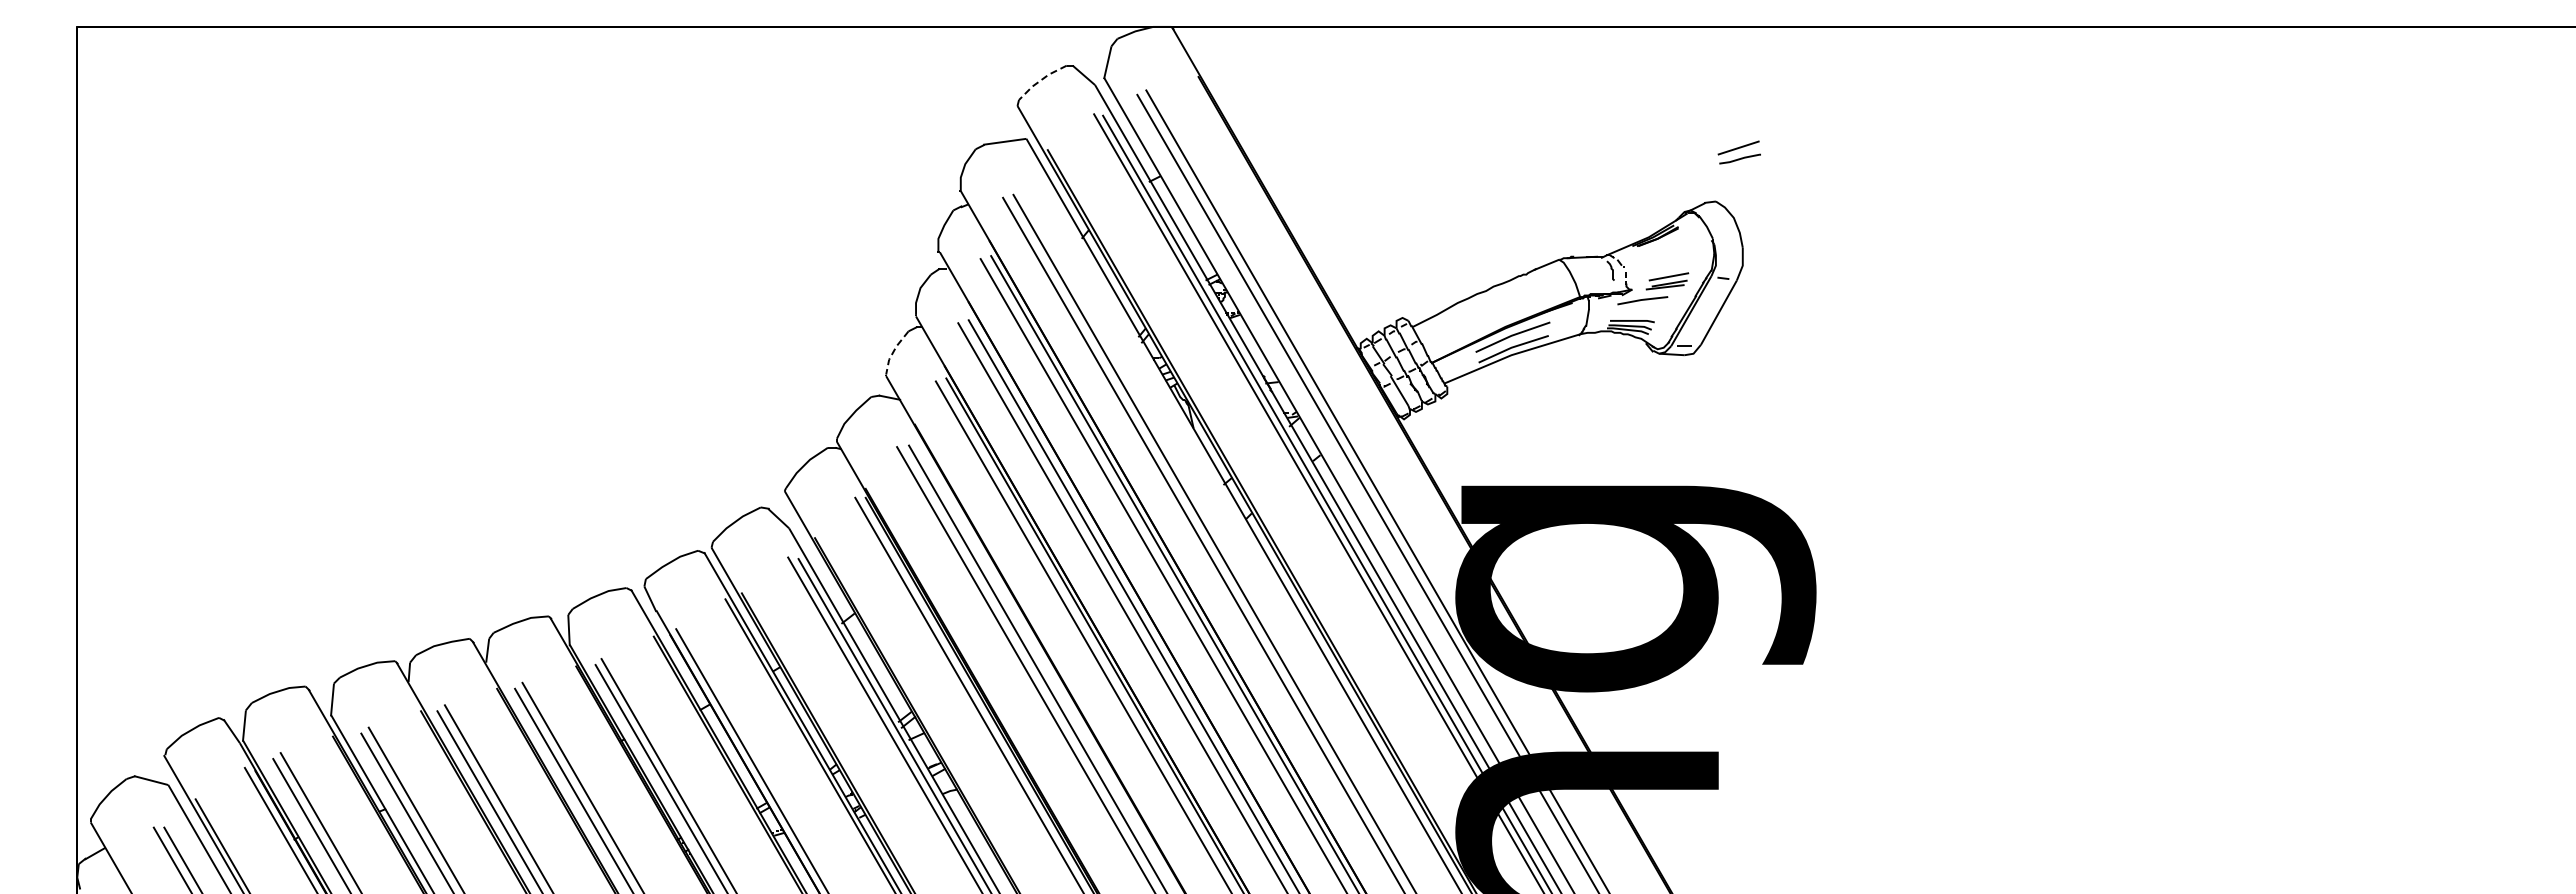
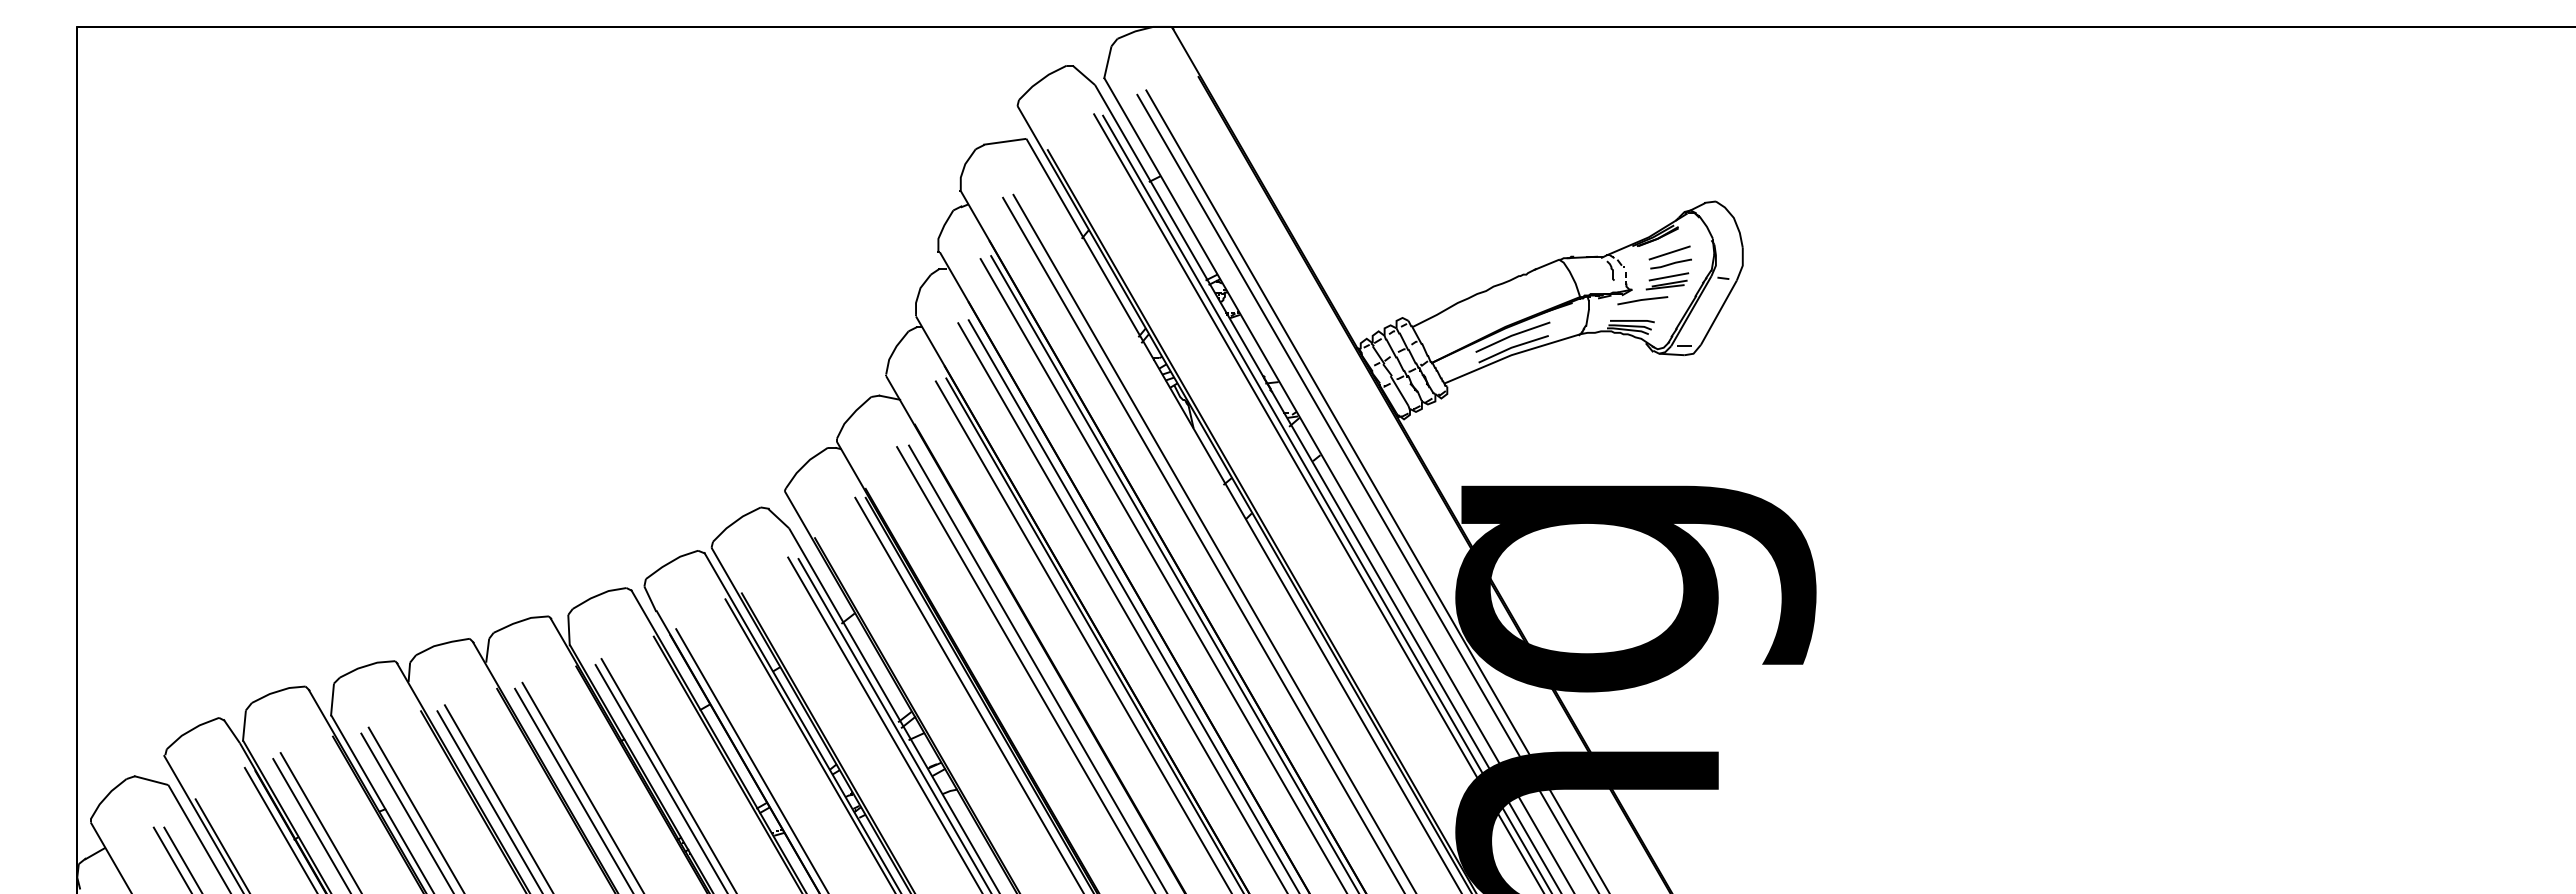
line at (1041, 80): dashed -> solid
part at (1738, 152) position: (1738, 152) -> (1669, 257)
line at (893, 351): dashed -> solid
